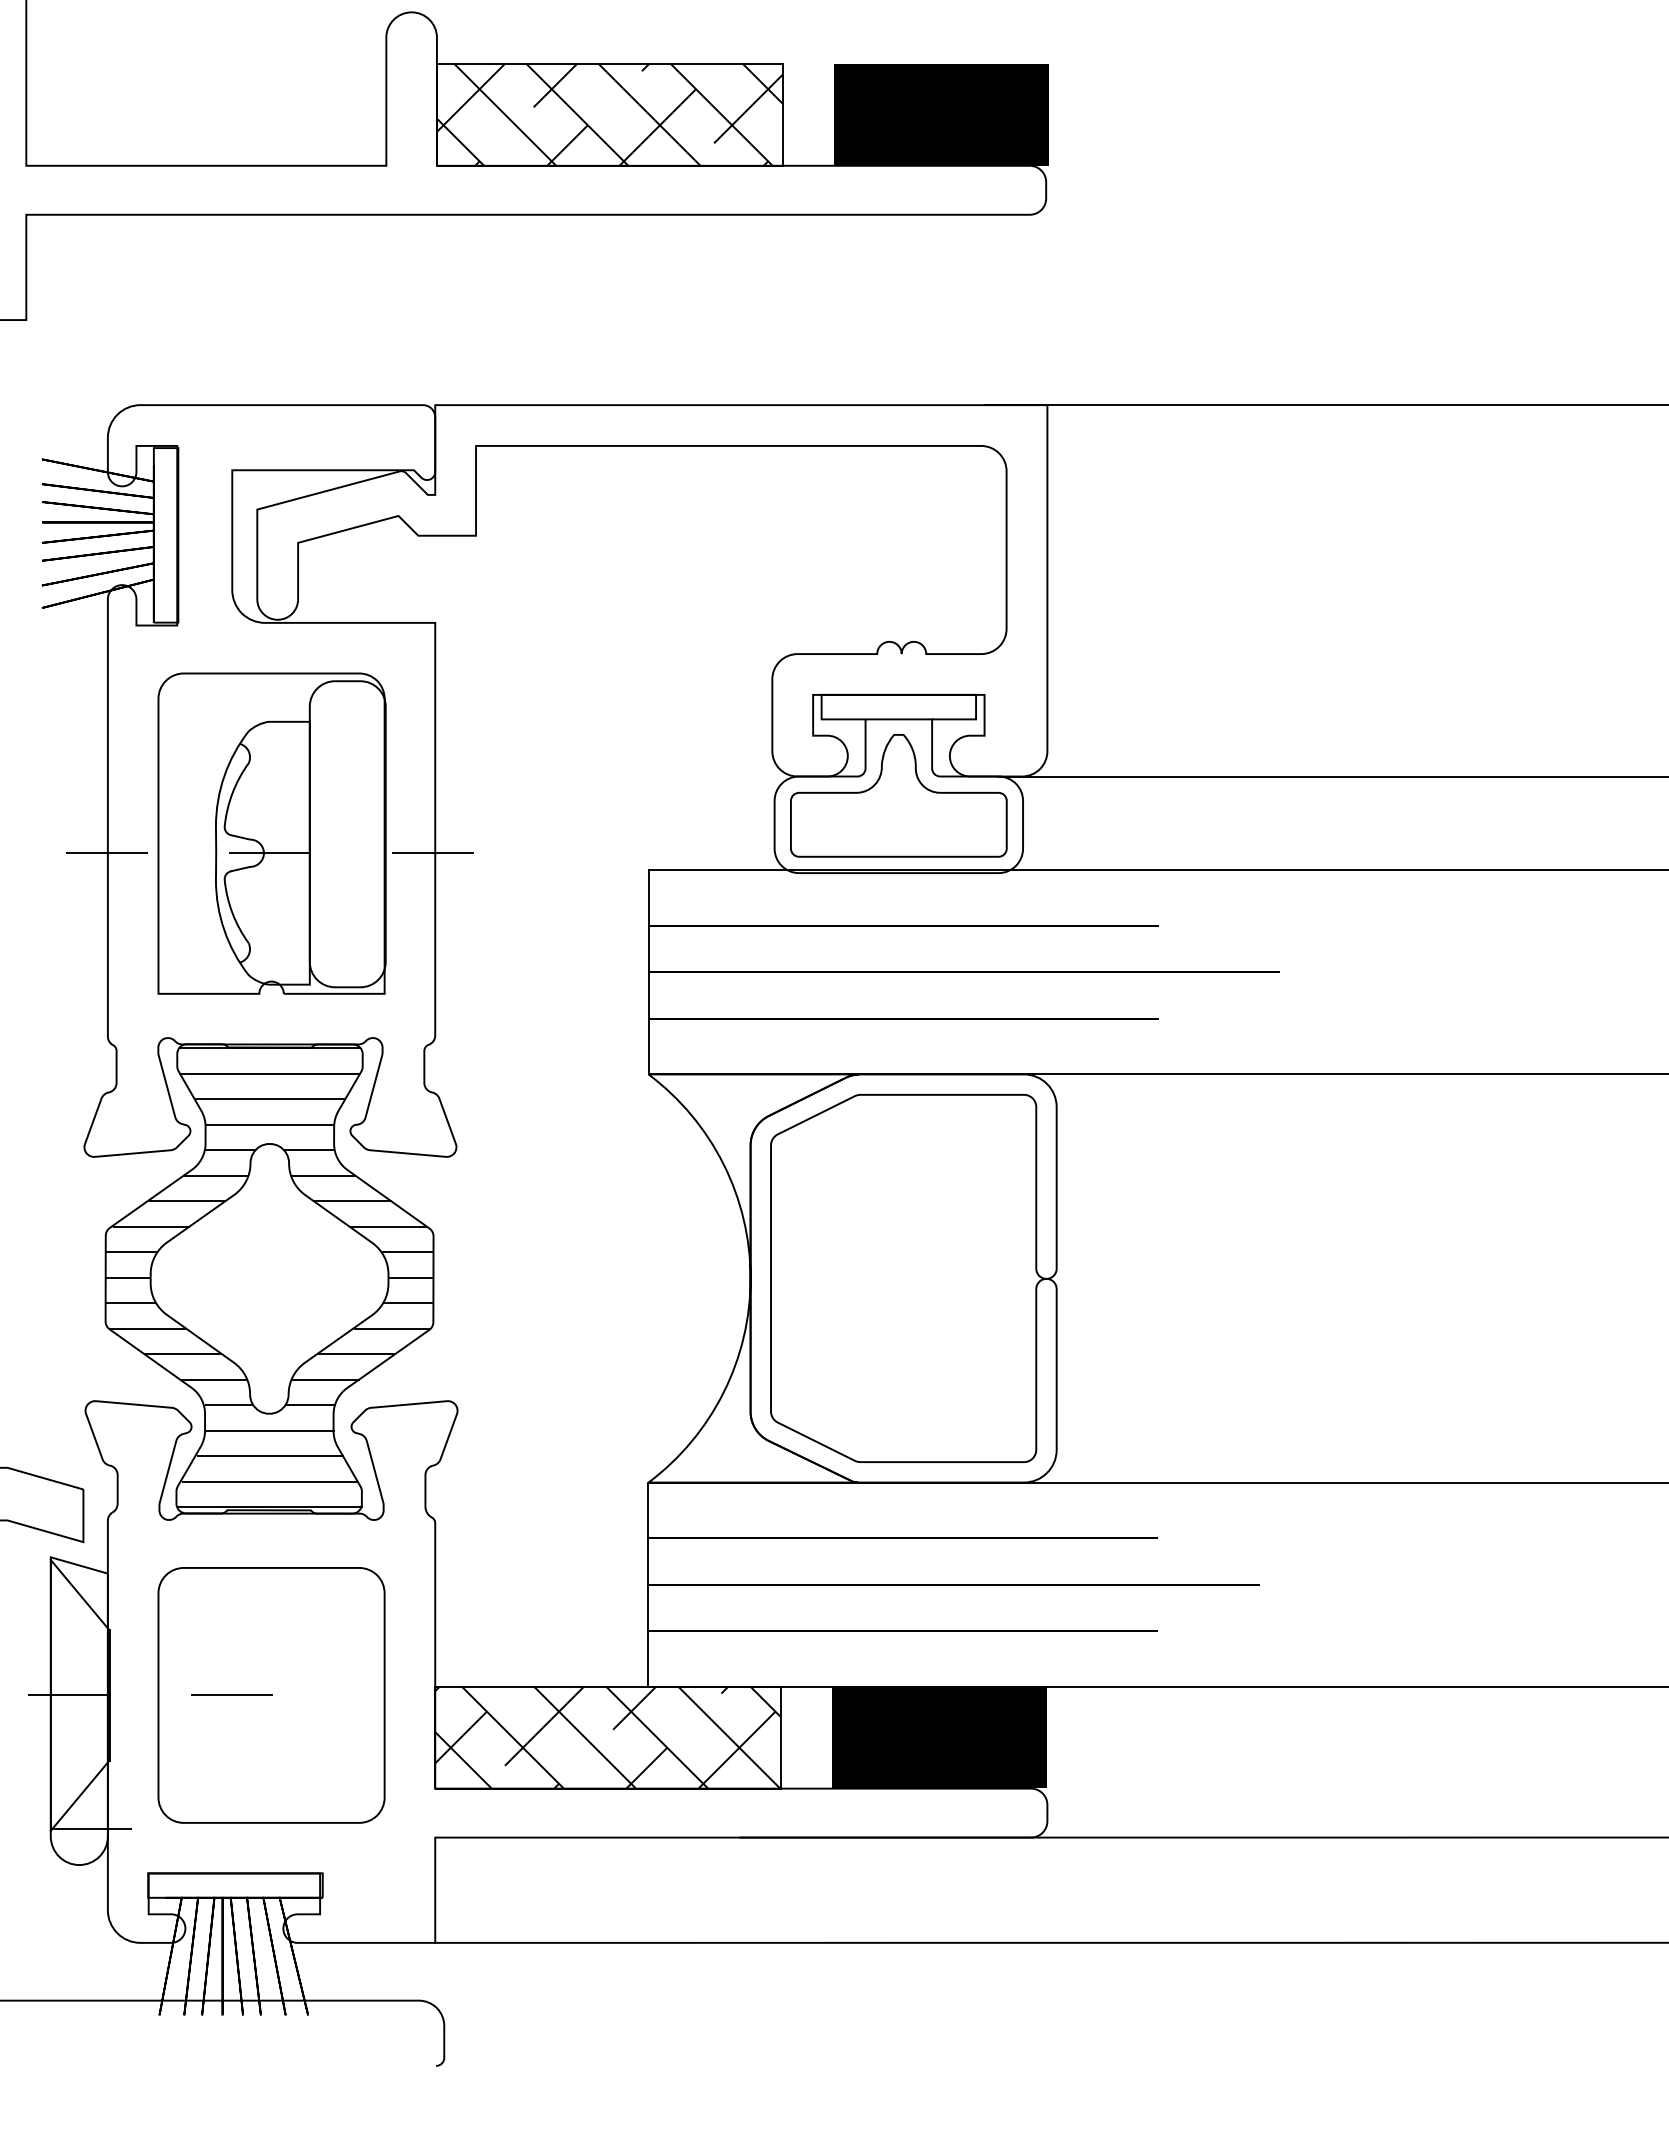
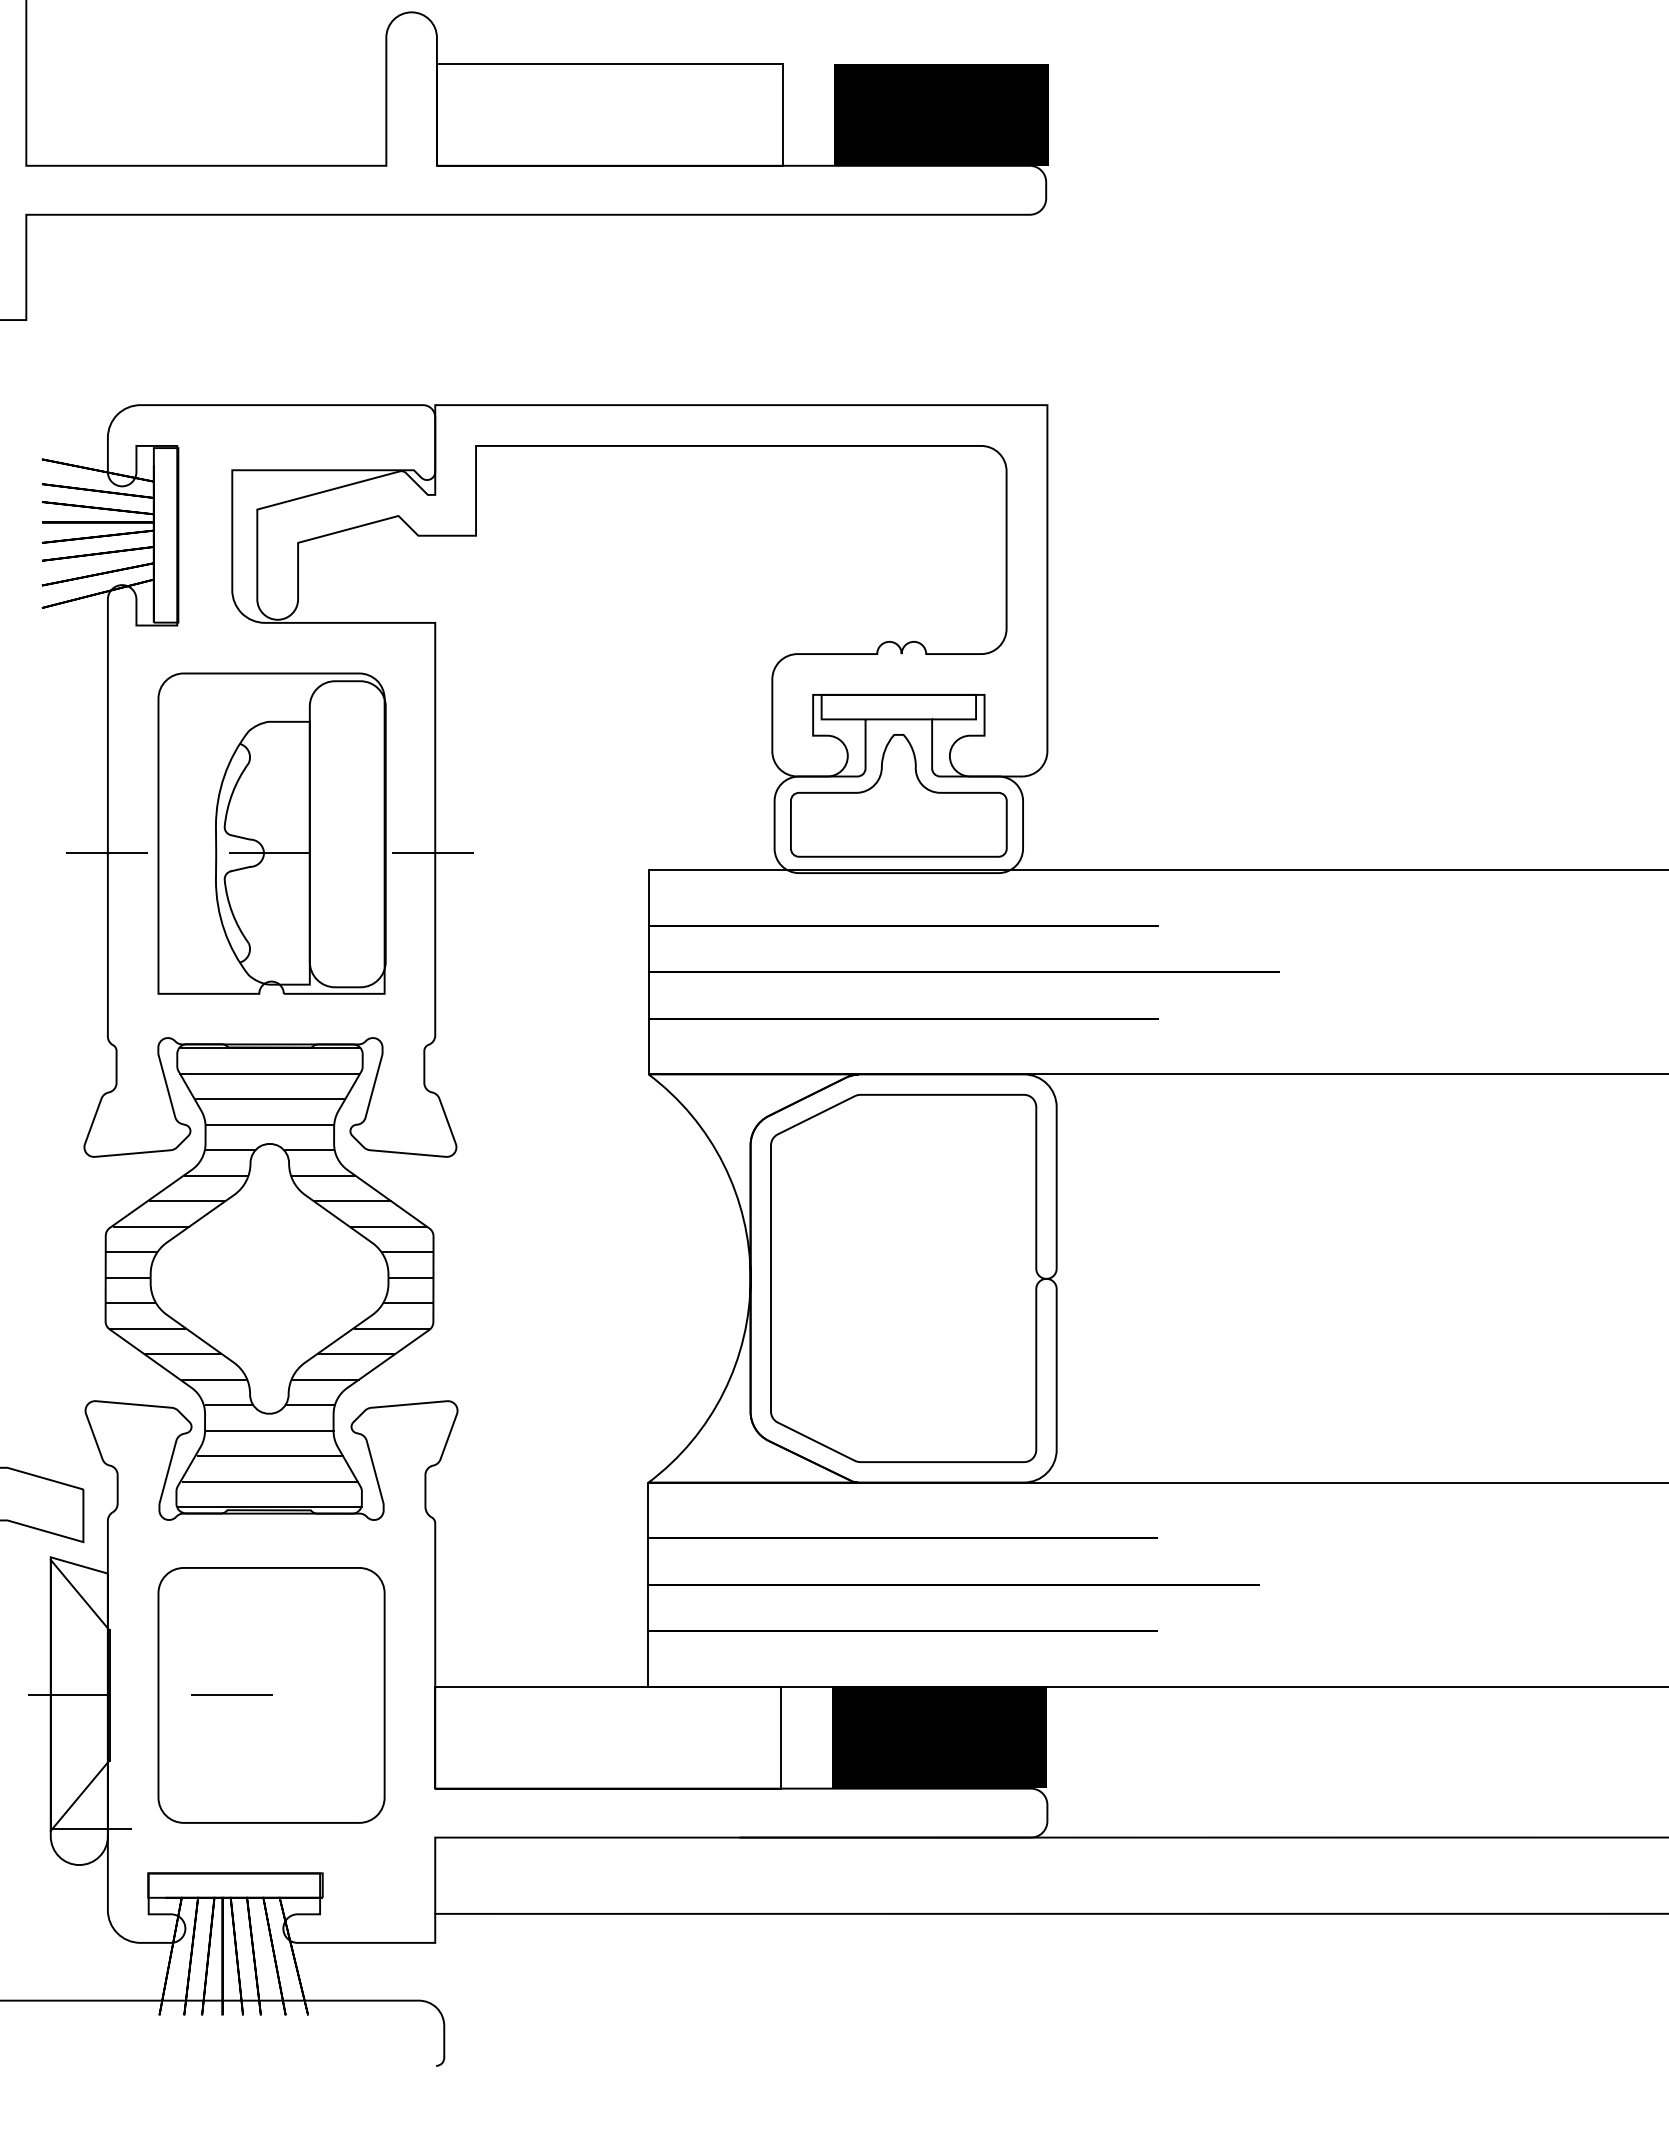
hatch at (609, 115): present -> none
line at (1325, 405): present -> none
line at (1331, 776): present -> none
hatch at (607, 1737): present -> none
line at (1050, 1942) position: (1050, 1942) -> (1050, 1913)
